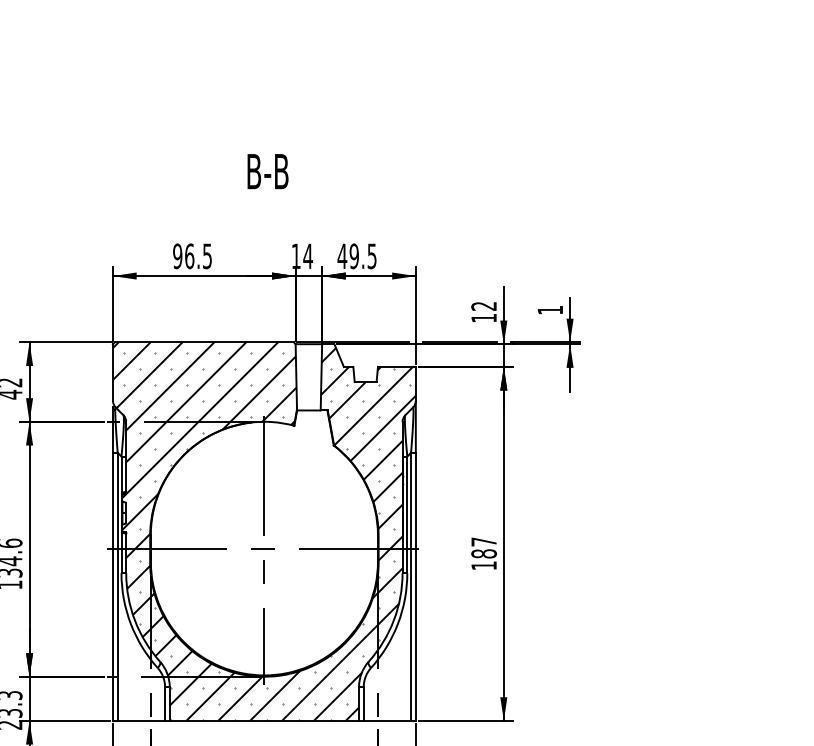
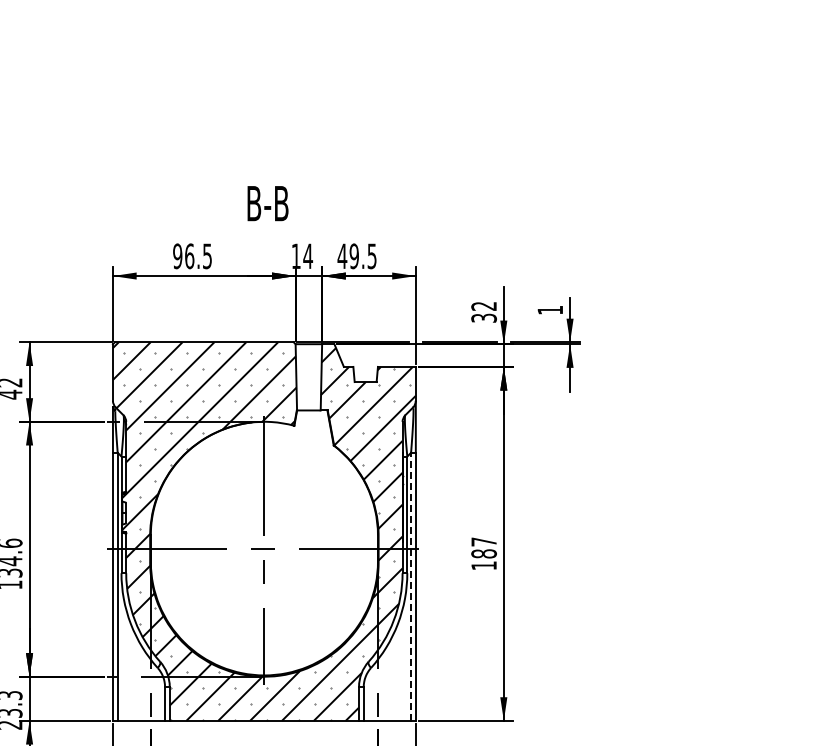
text at (267, 171) position: (267, 171) -> (267, 203)
text at (483, 317): 12 -> 32
line at (411, 586): solid -> dashed
